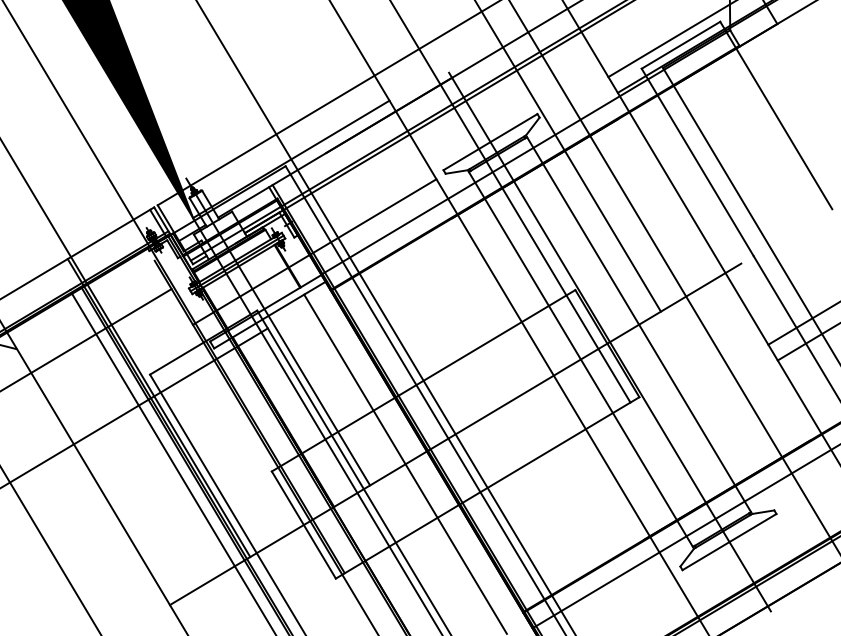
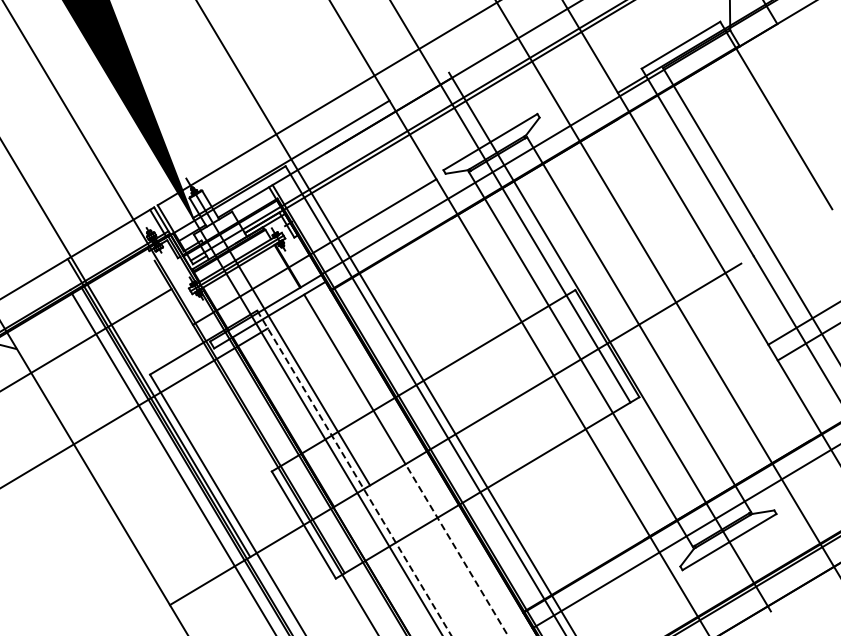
line at (670, 39): present -> none
line at (568, 156): present -> none
line at (673, 276) position: (673, 276) -> (666, 287)
line at (354, 473): solid -> dashed
line at (456, 549): solid -> dashed
line at (50, 550): present -> none
